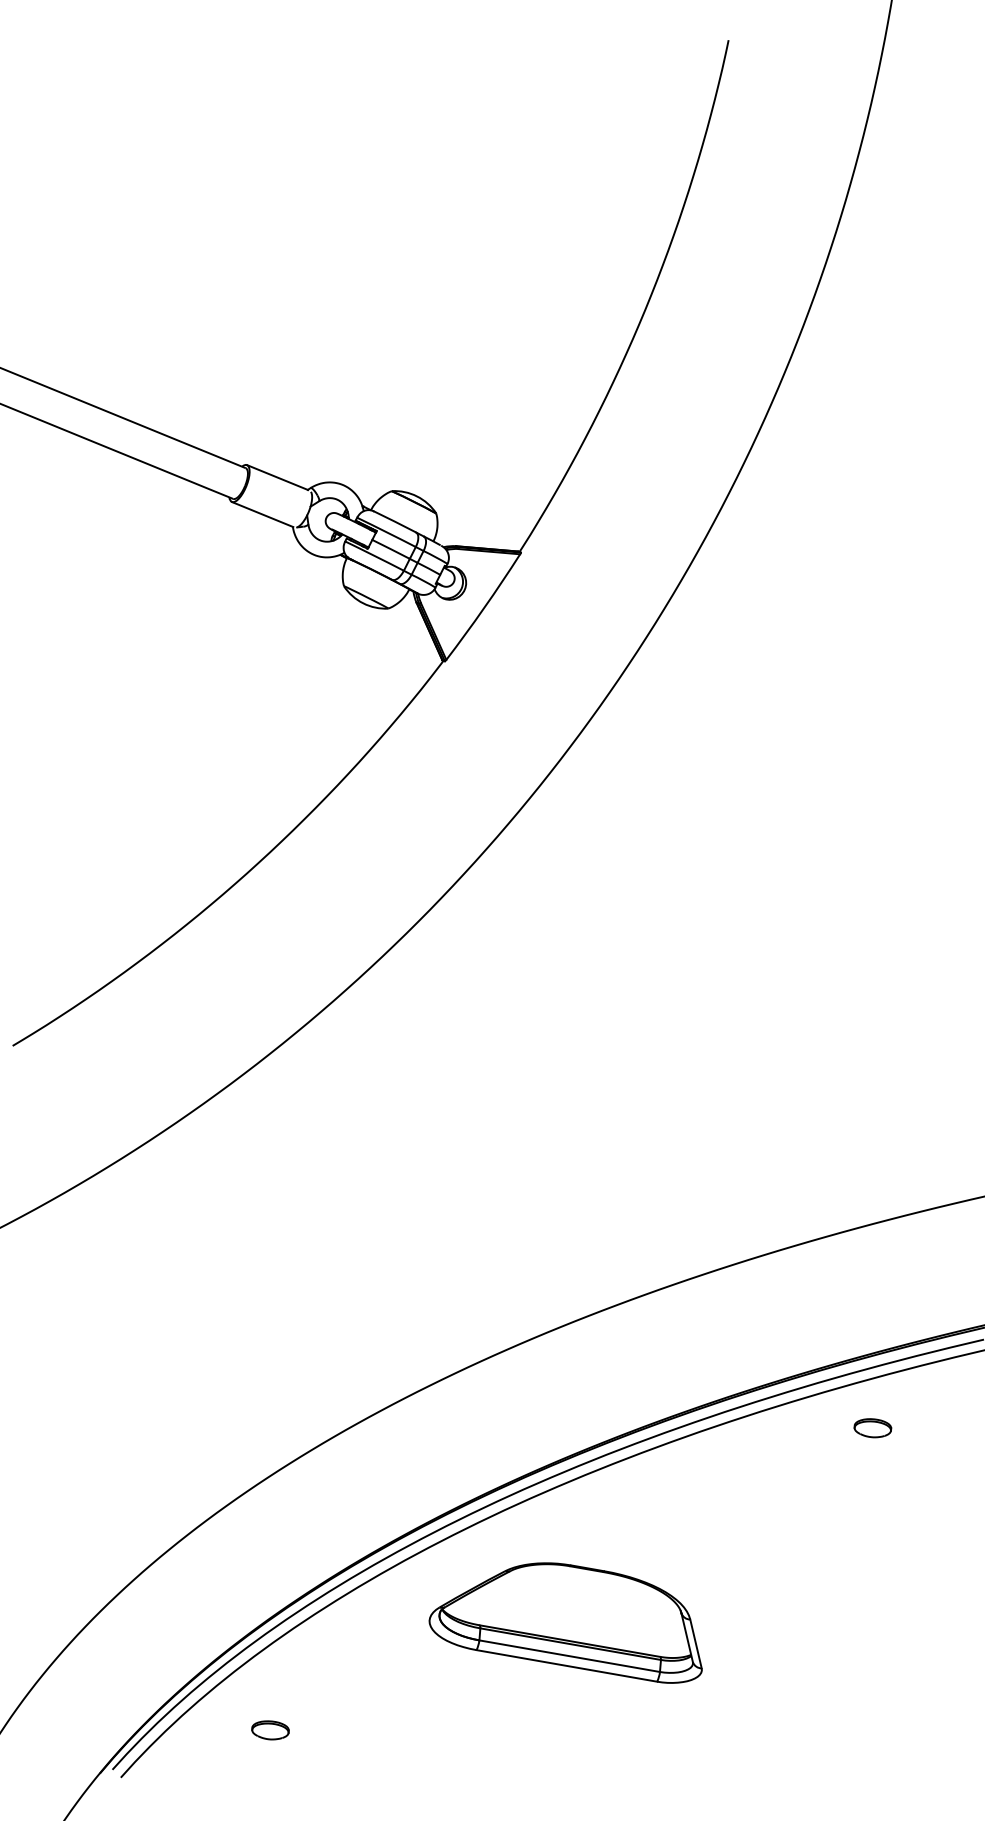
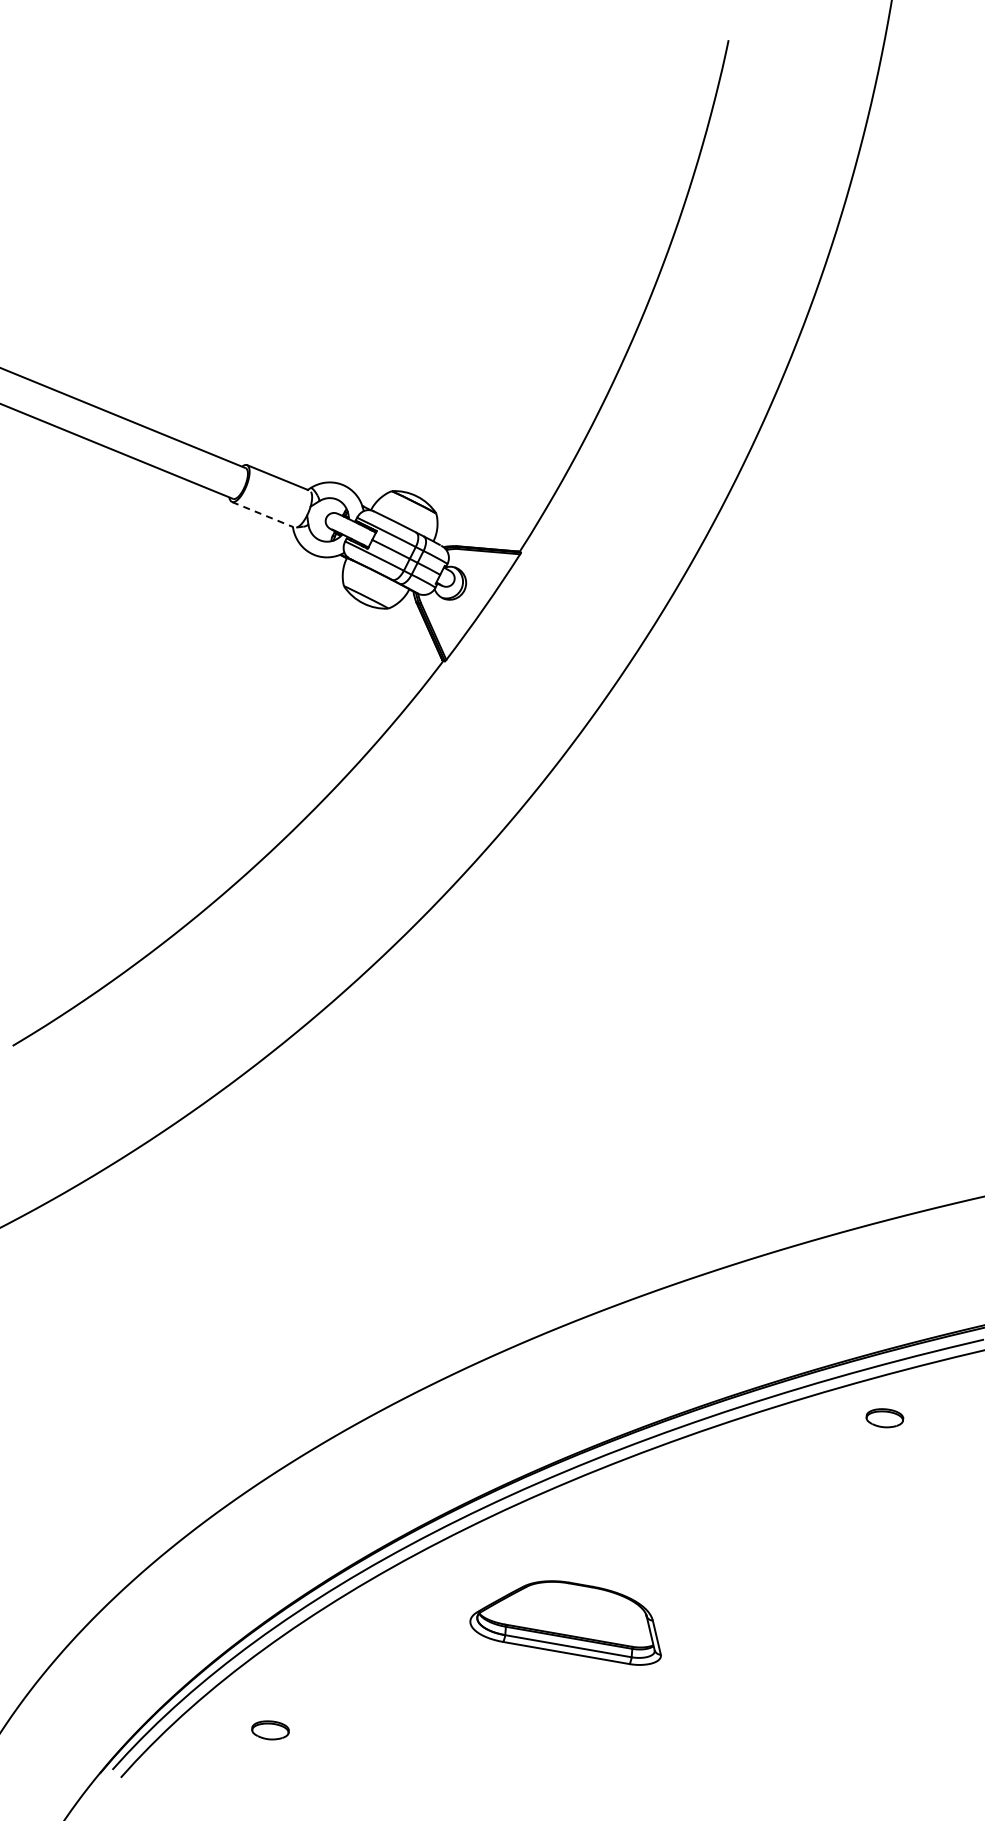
line at (263, 514): solid -> dashed
part at (872, 1428) position: (872, 1428) -> (884, 1418)
part at (565, 1622) size: 275x122 px -> 193x86 px
